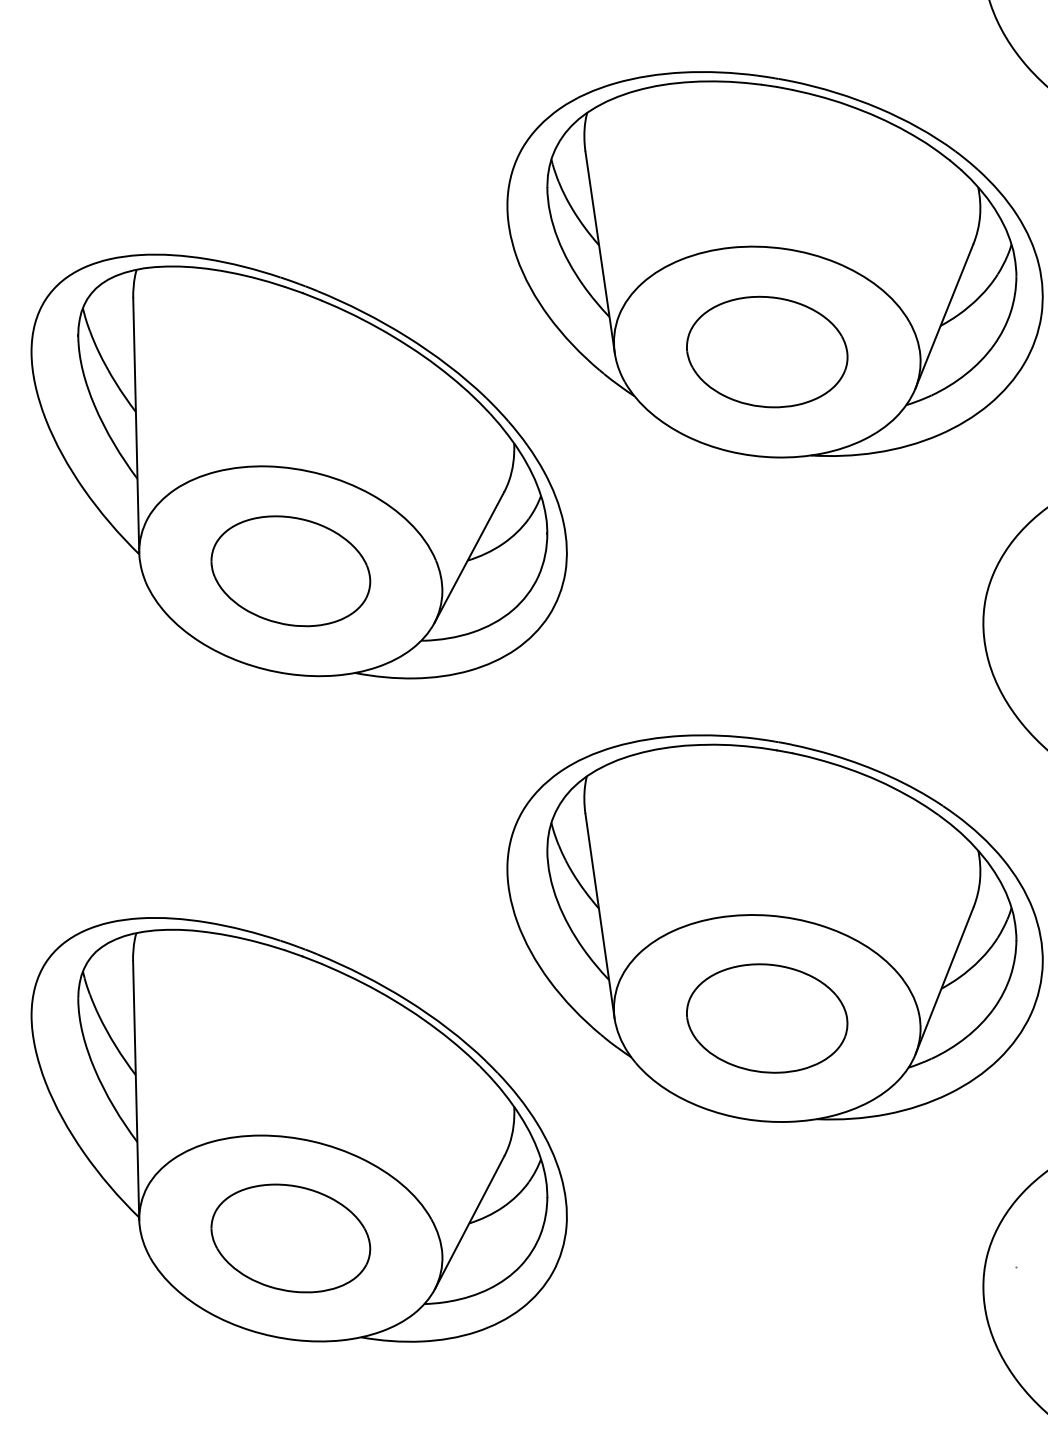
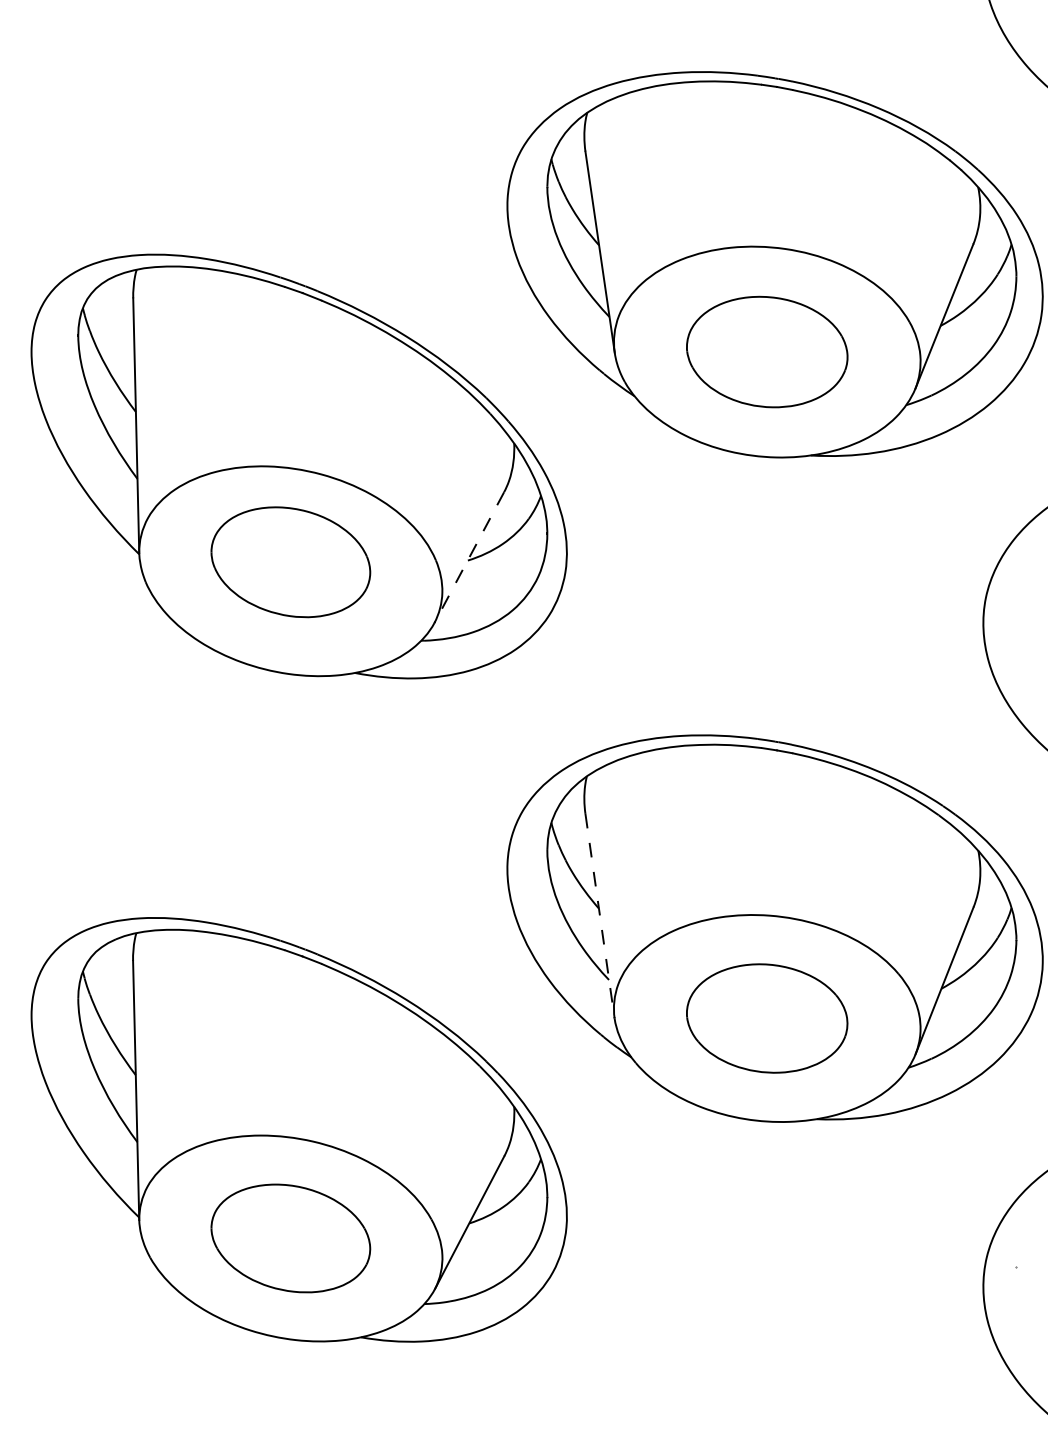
line at (469, 558): solid -> dashed
part at (290, 571) position: (290, 571) -> (290, 562)
line at (600, 916): solid -> dashed
